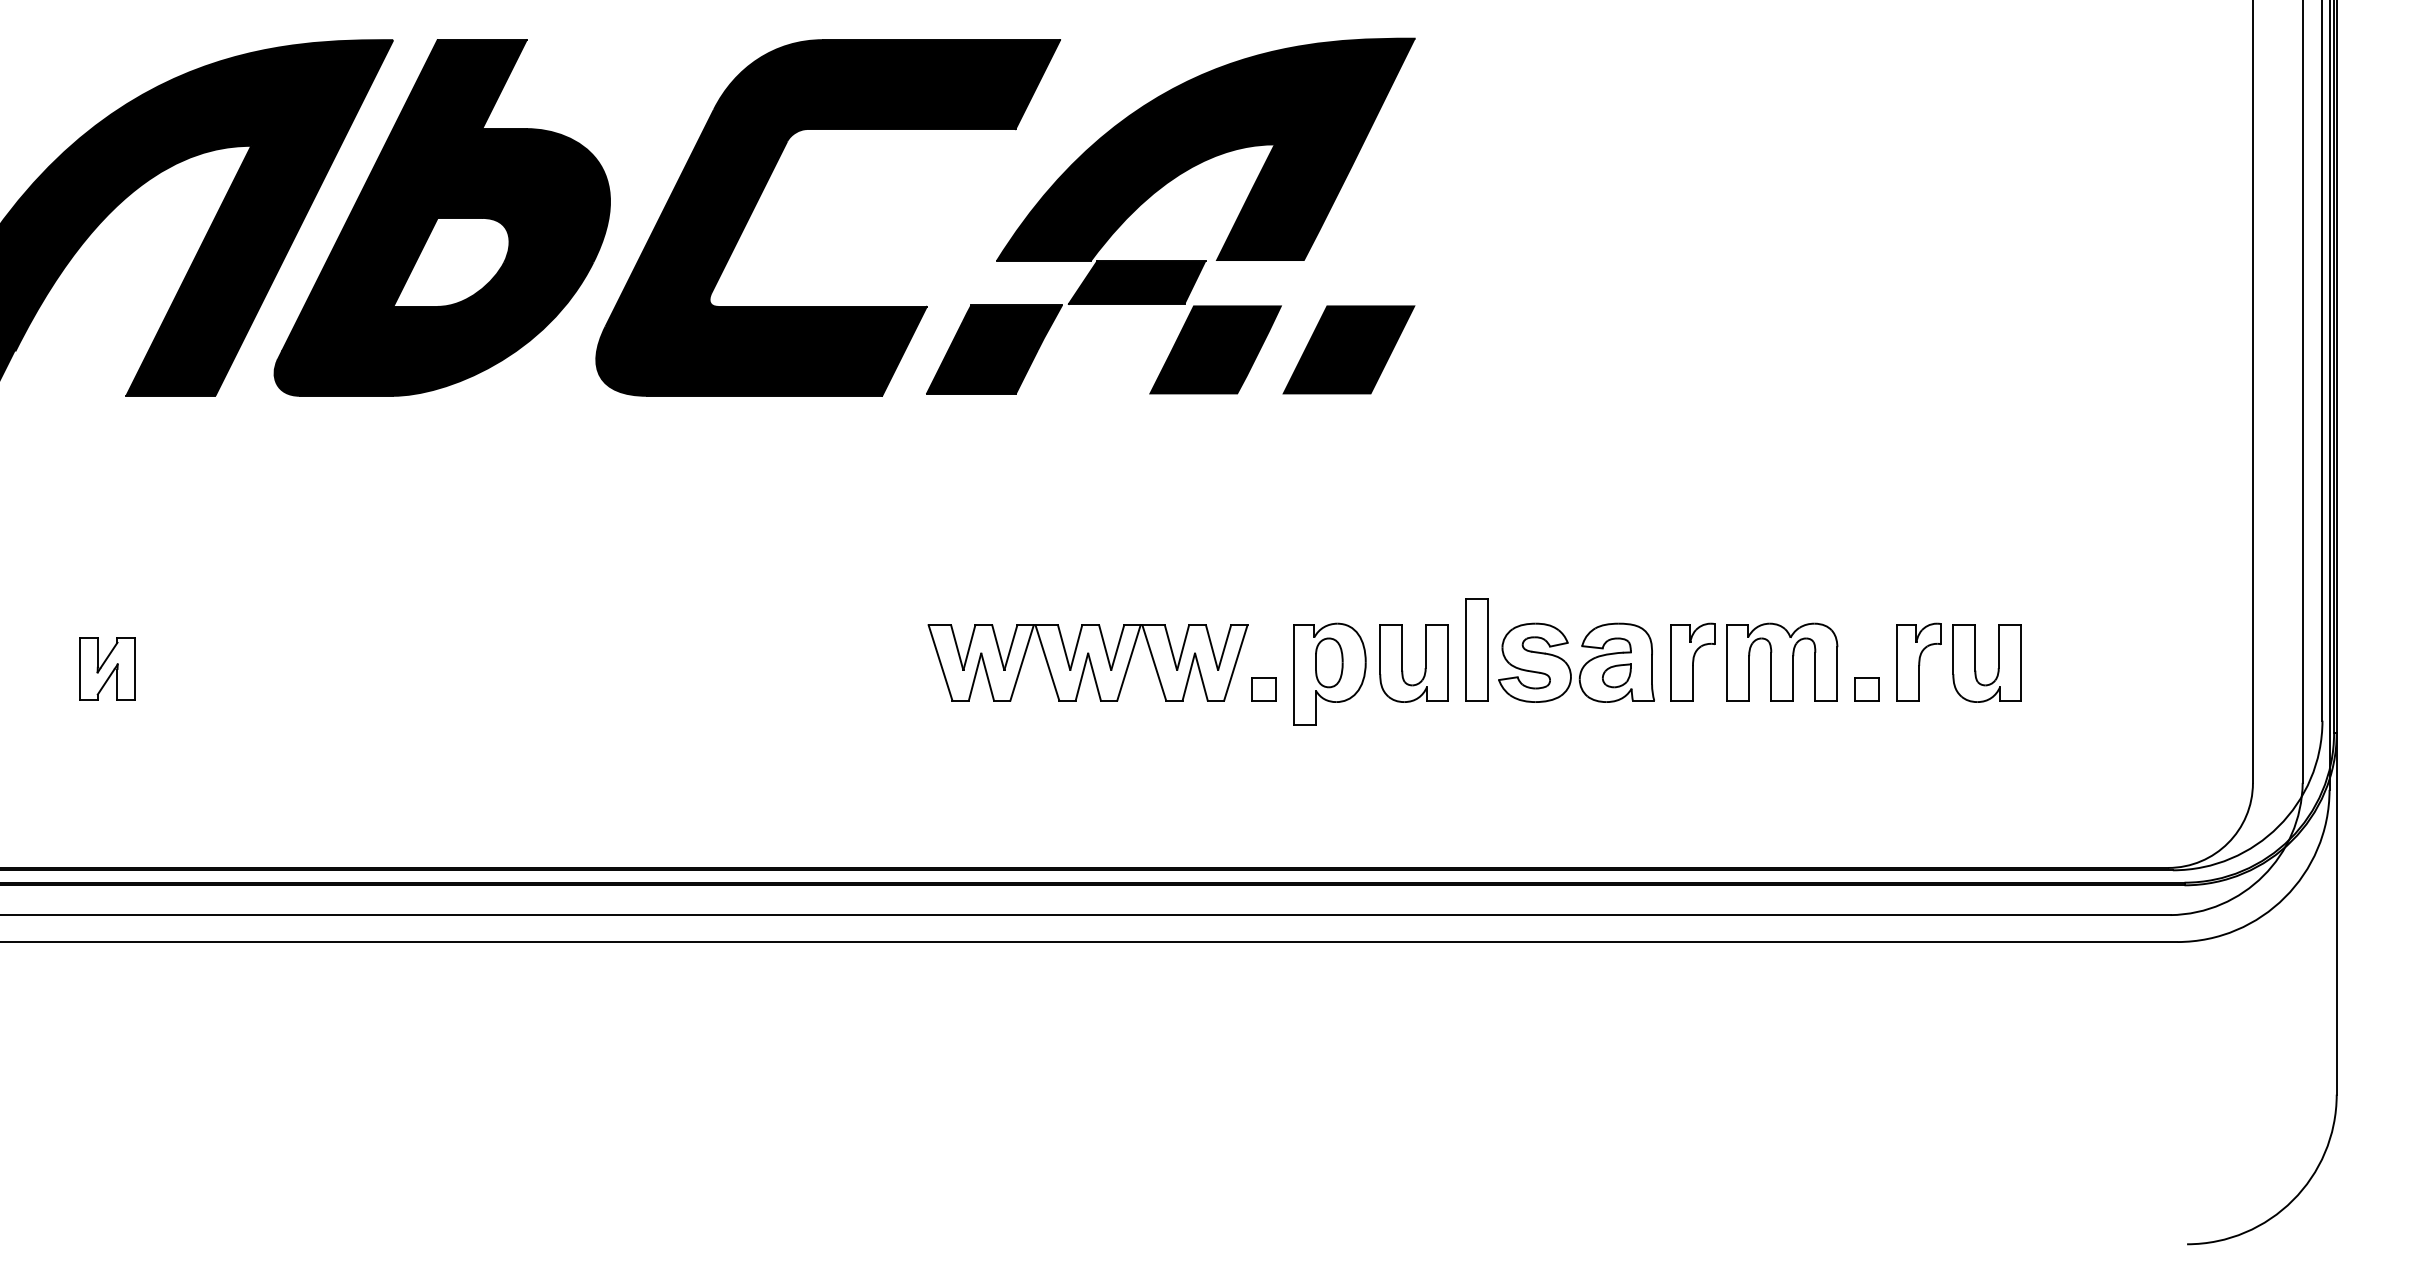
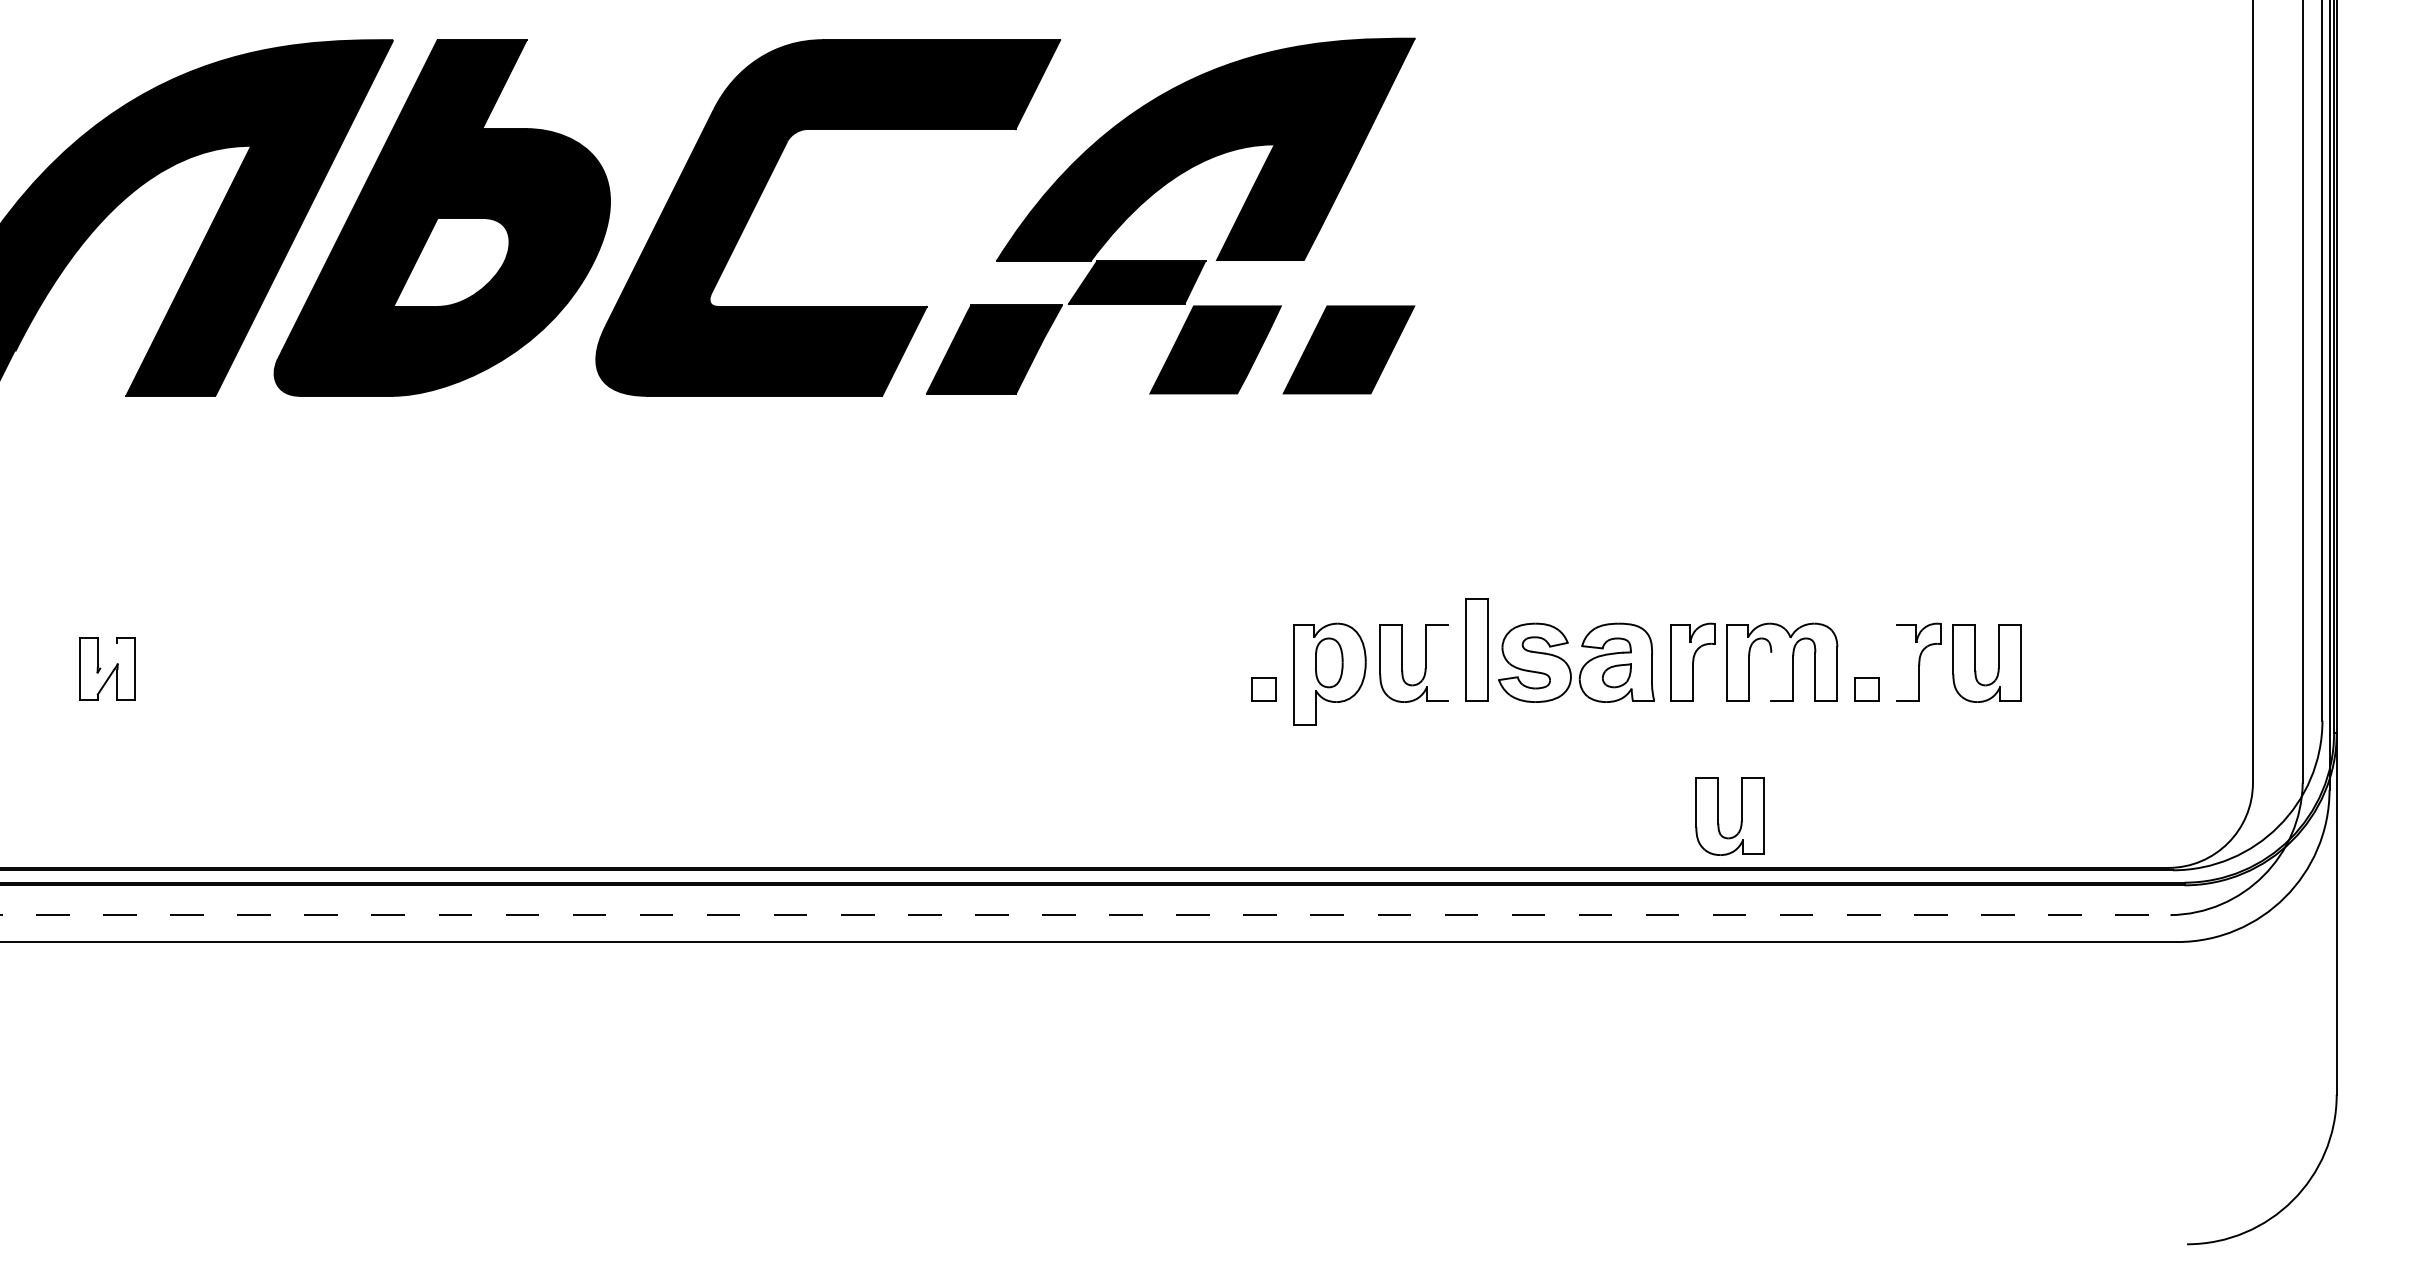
line at (108, 654): present -> none
part at (1087, 662): present -> none
line at (1447, 662): present -> none
line at (1897, 662): present -> none
line at (1771, 676): present -> none
part at (1718, 816): none -> present
line at (1085, 915): solid -> dashed
